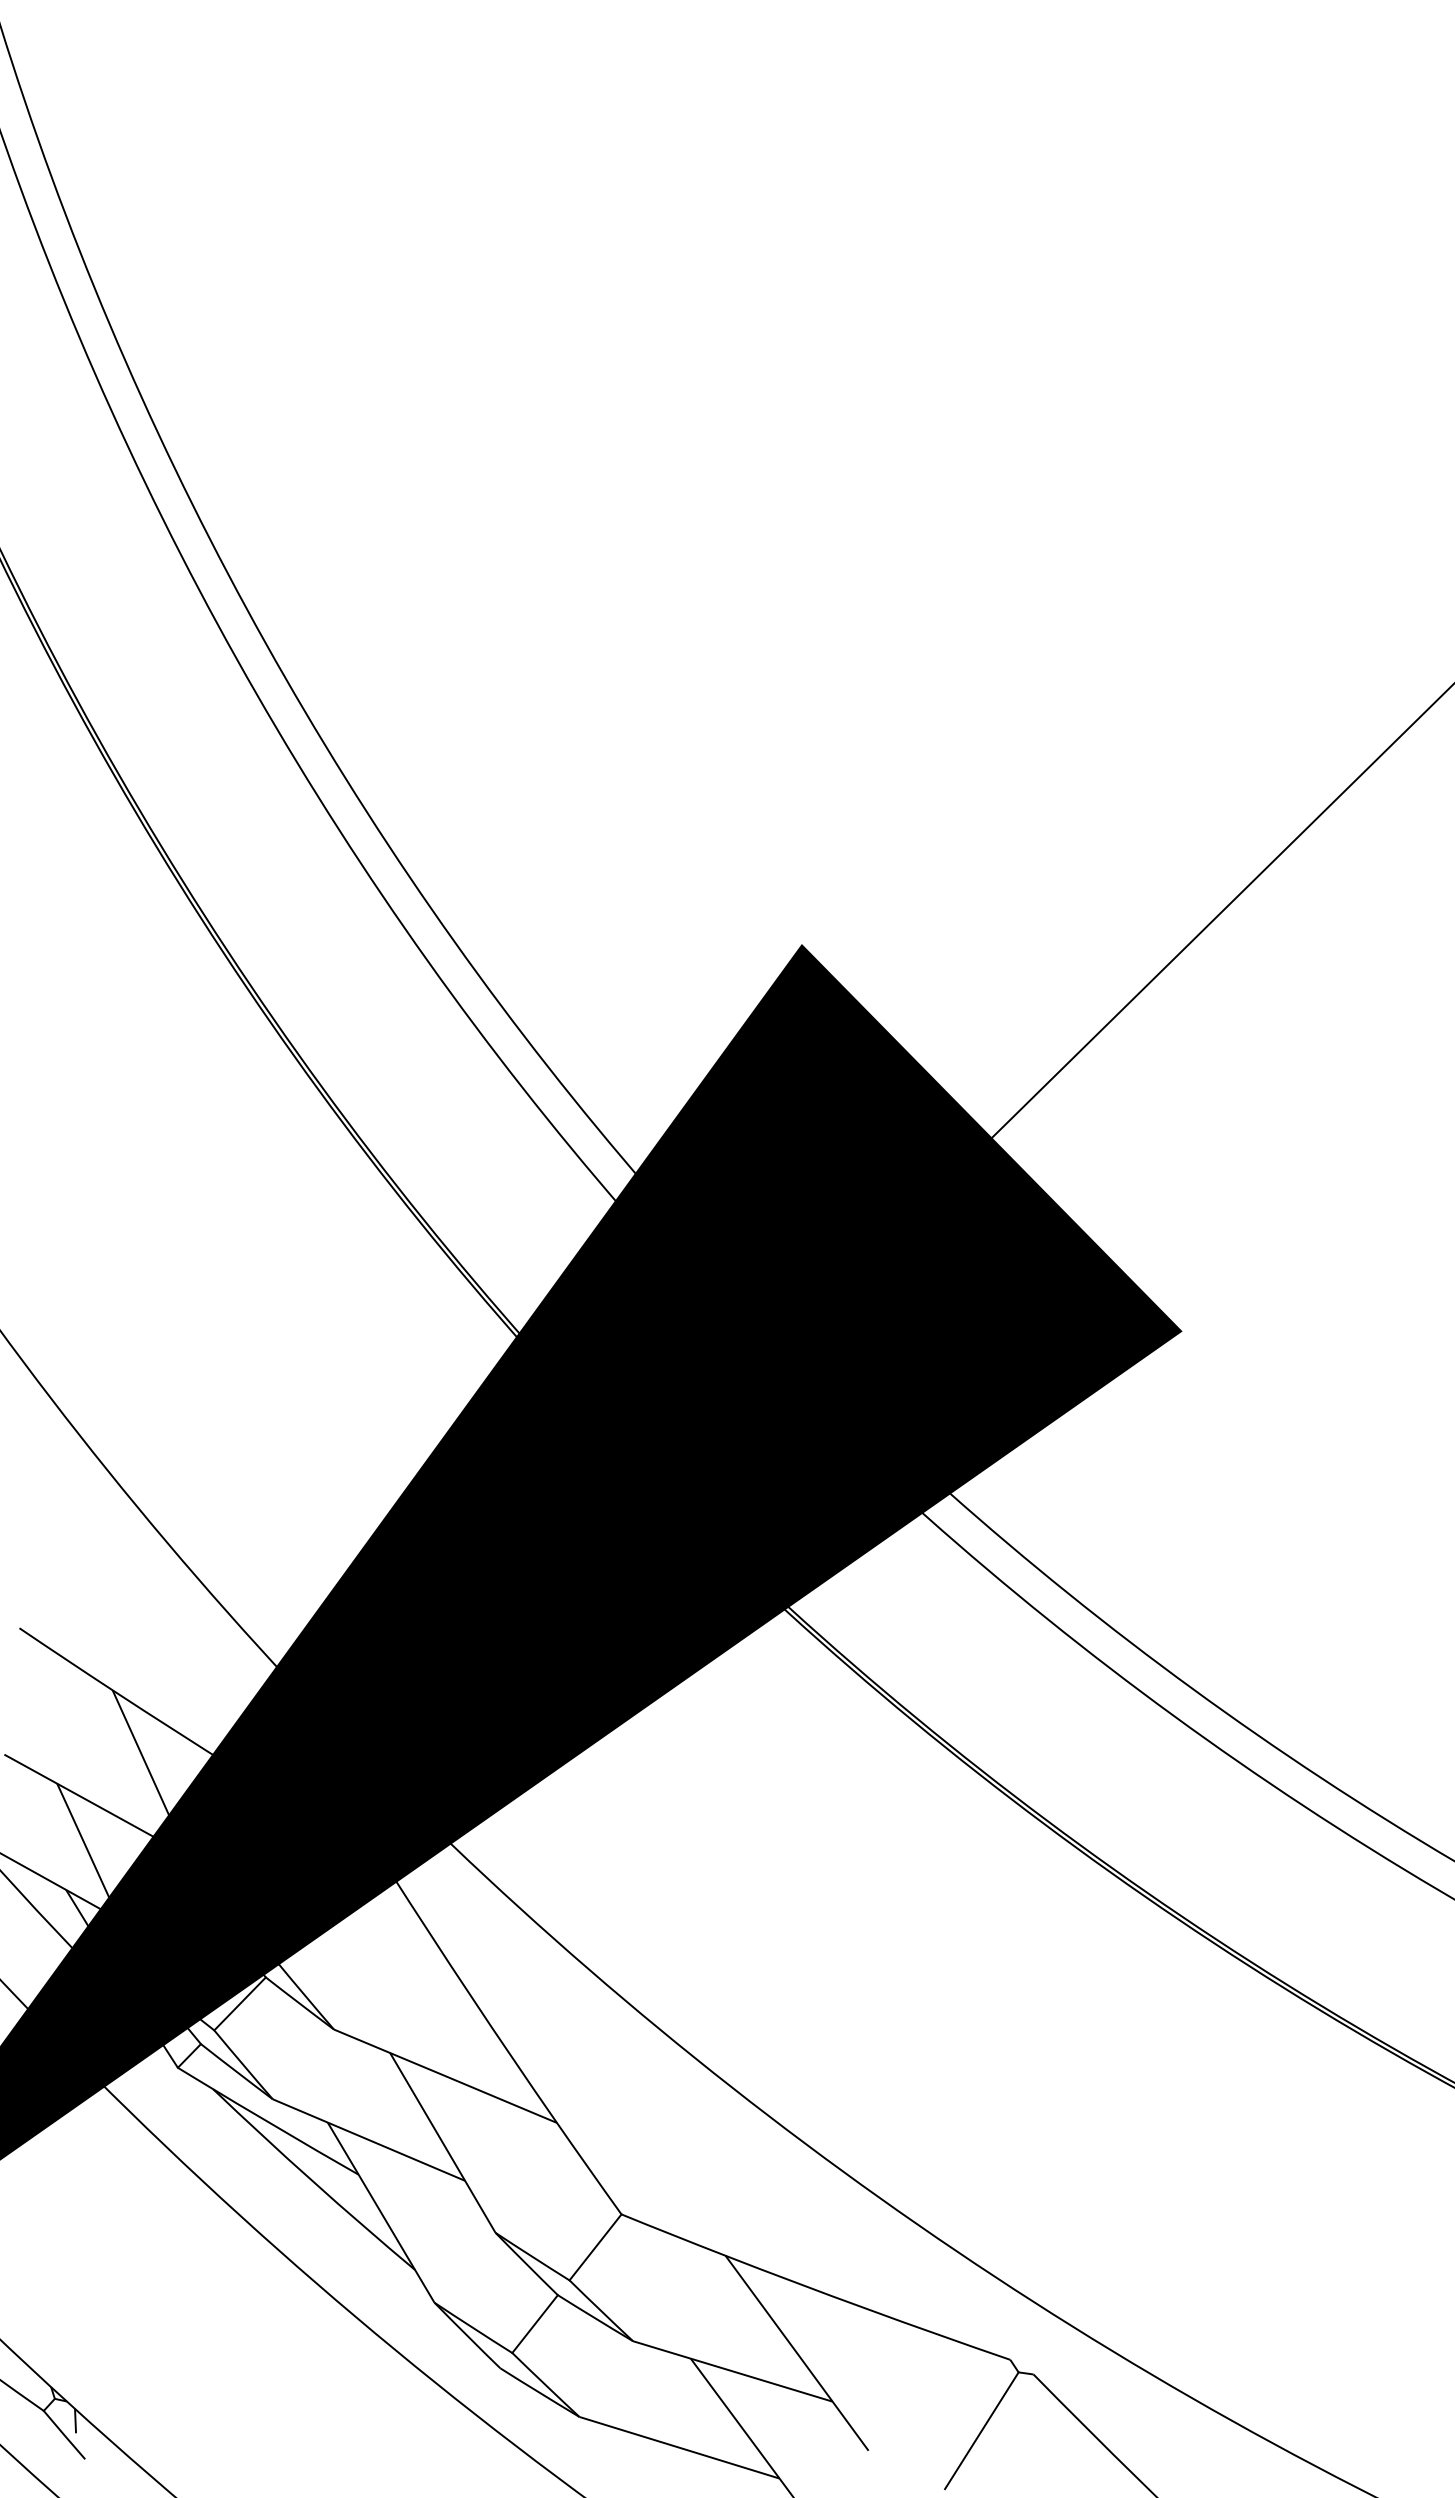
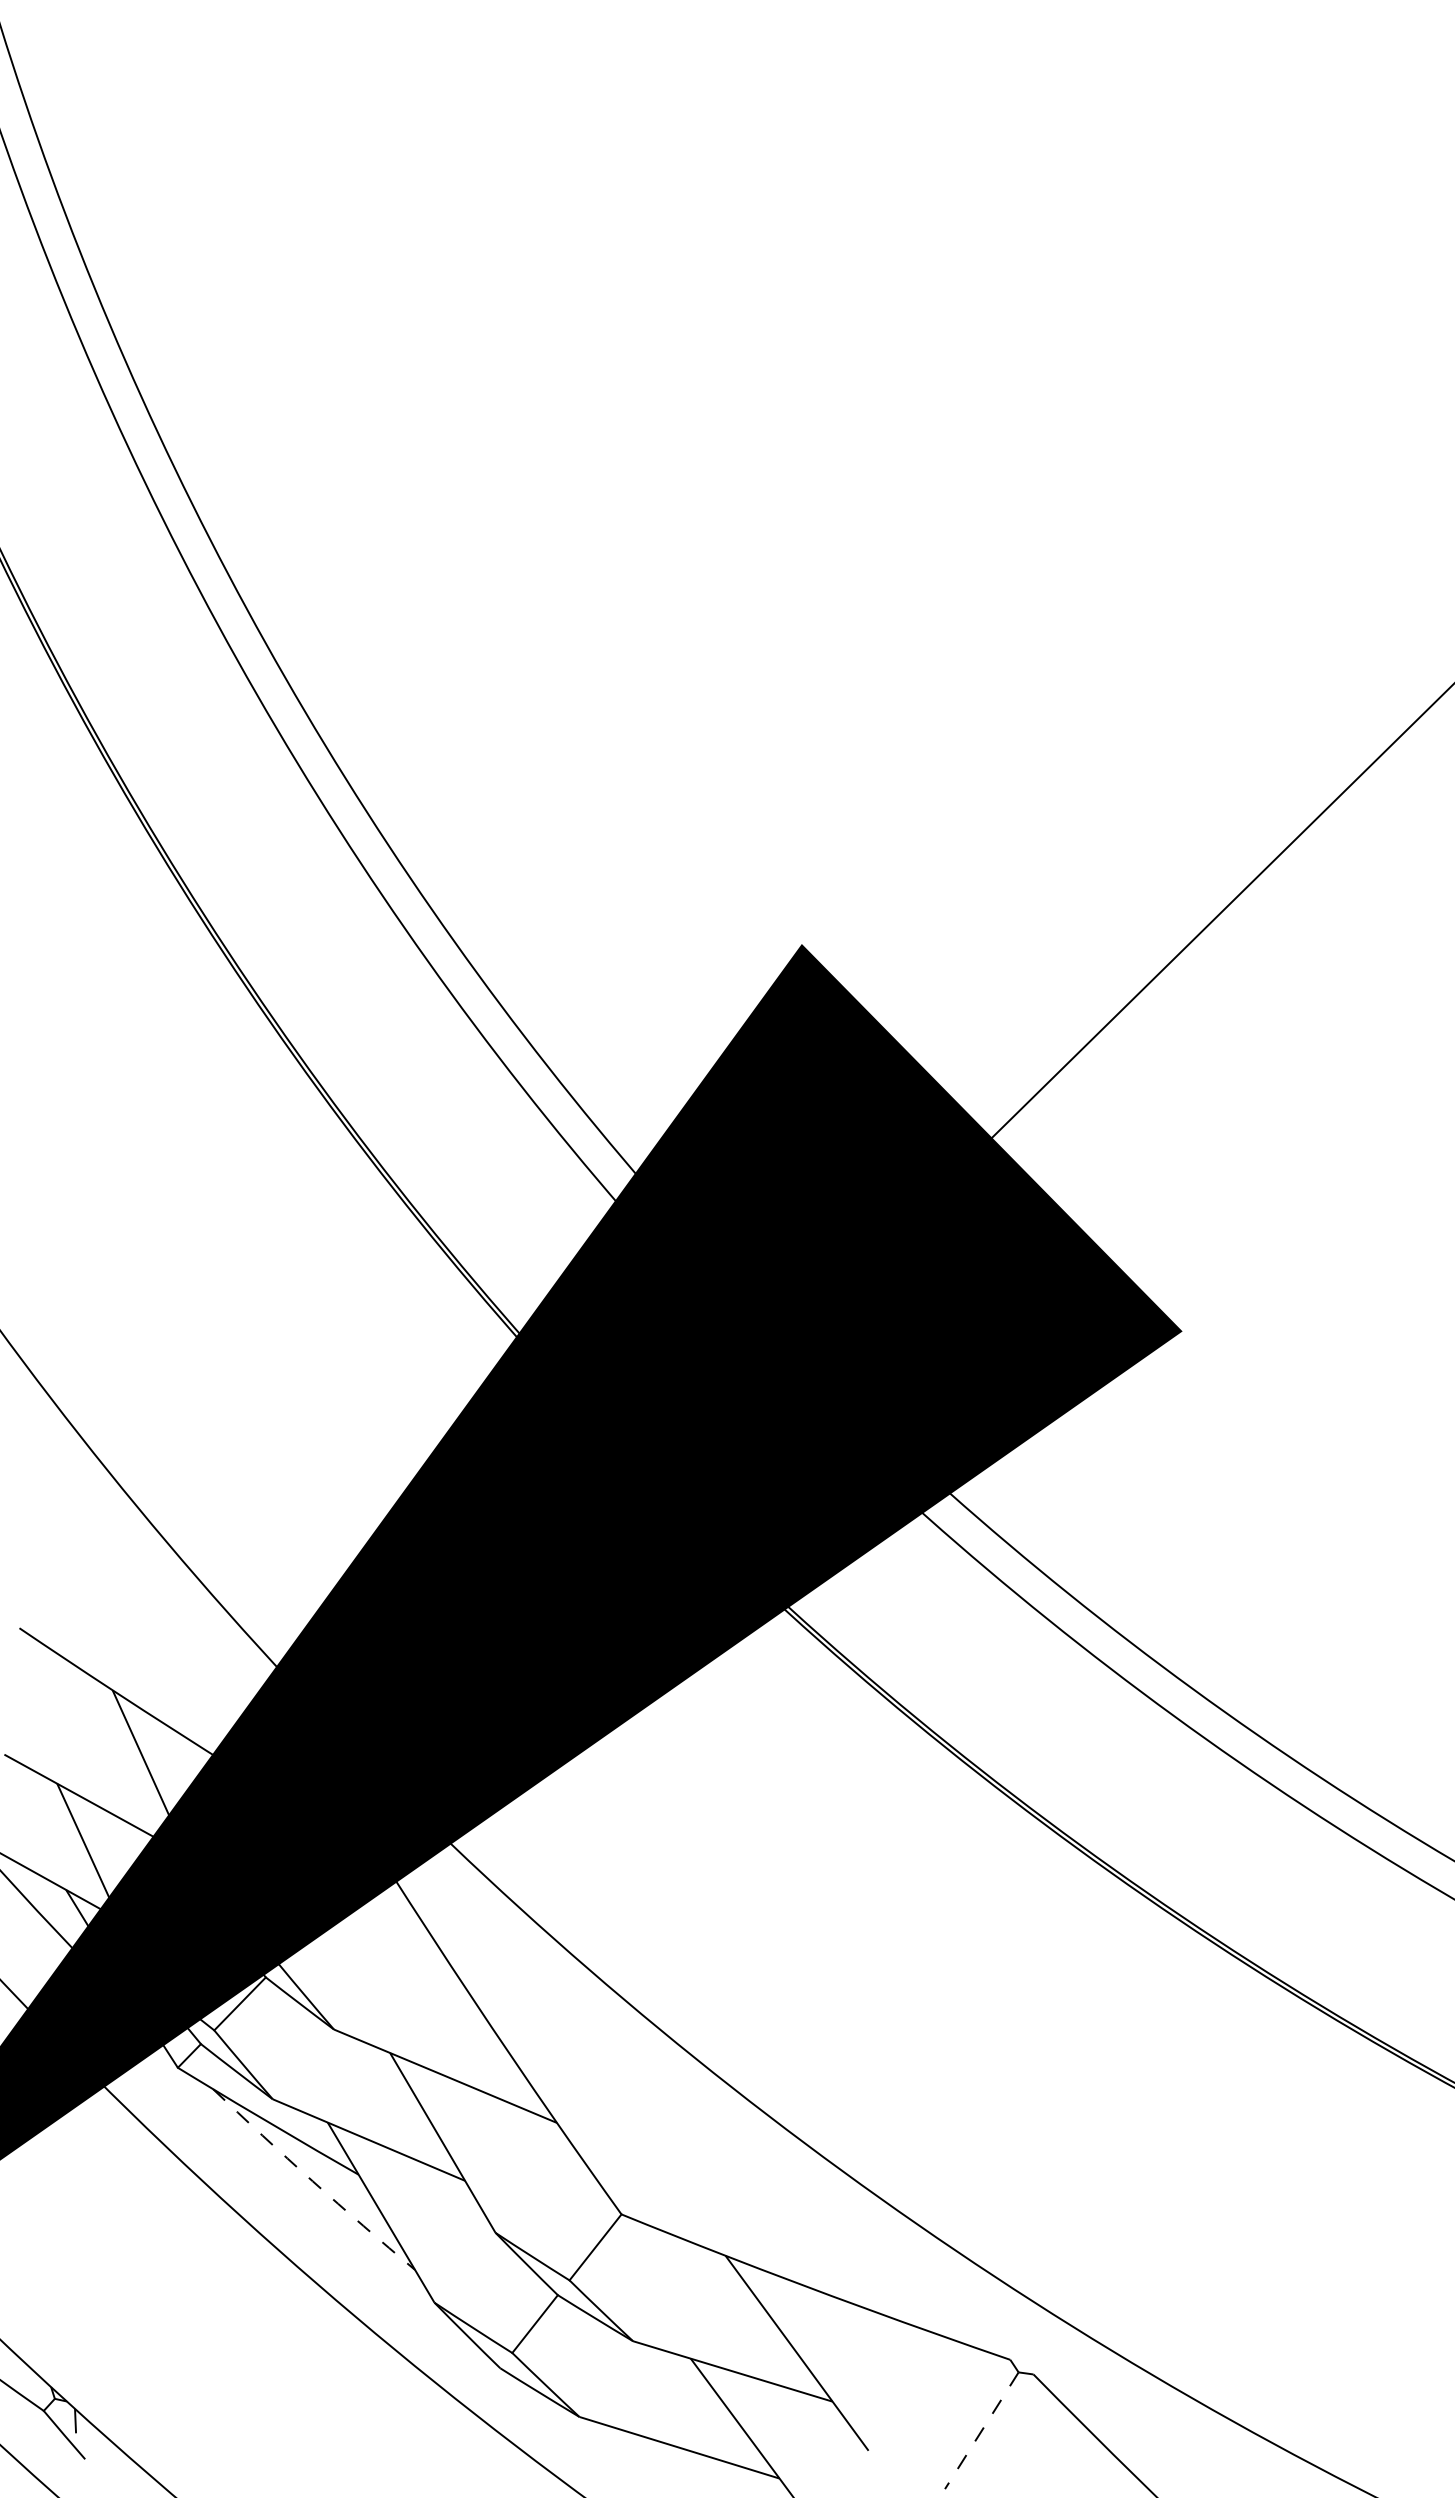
arc at (312, 2181): solid -> dashed
line at (981, 2430): solid -> dashed
